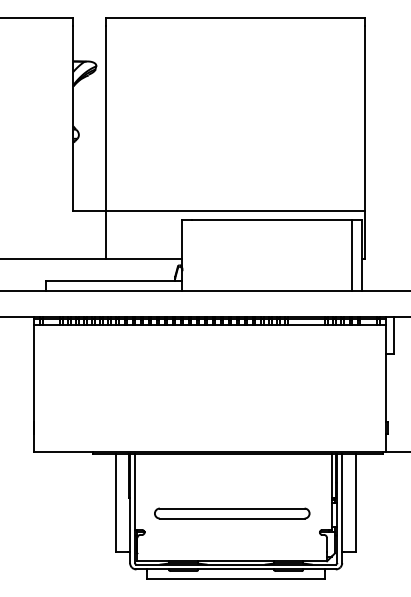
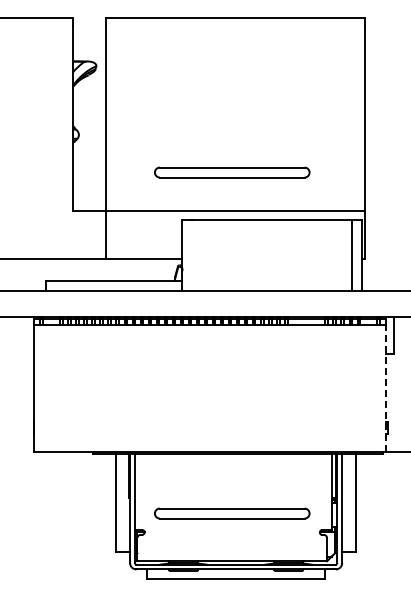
part at (232, 172): none -> present
line at (386, 388): solid -> dashed
